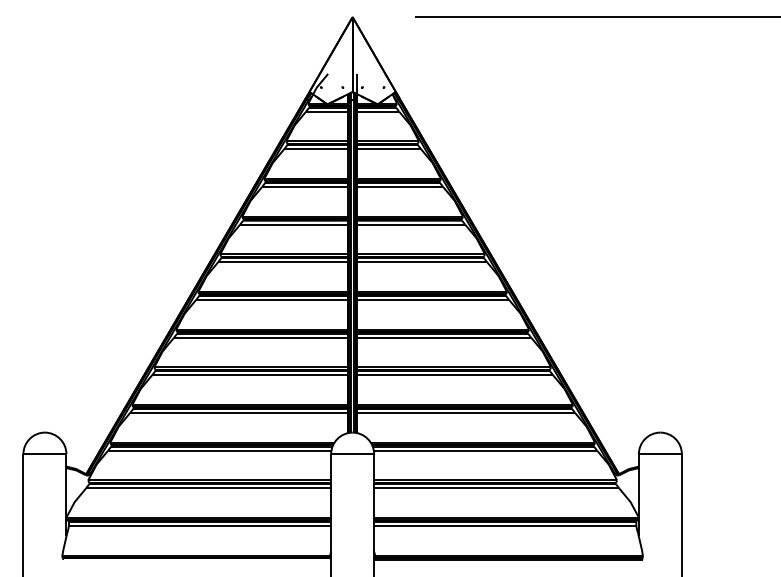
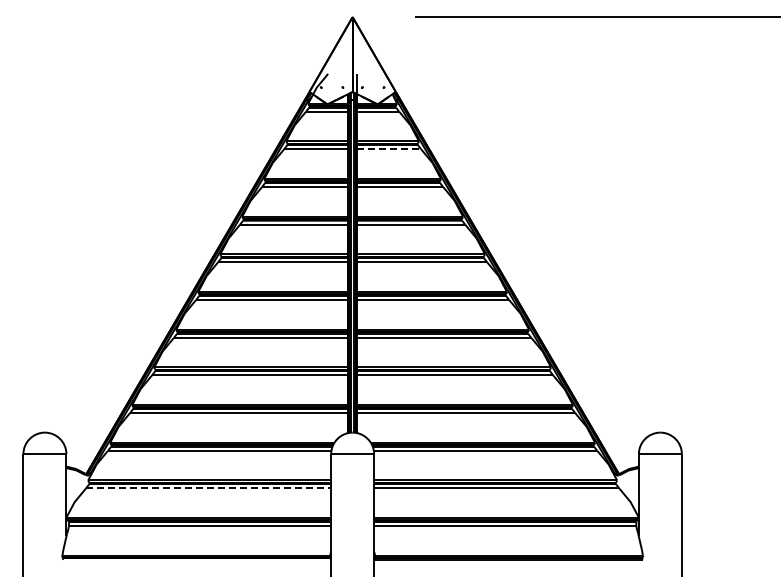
line at (389, 149): solid -> dashed
line at (208, 488): solid -> dashed
